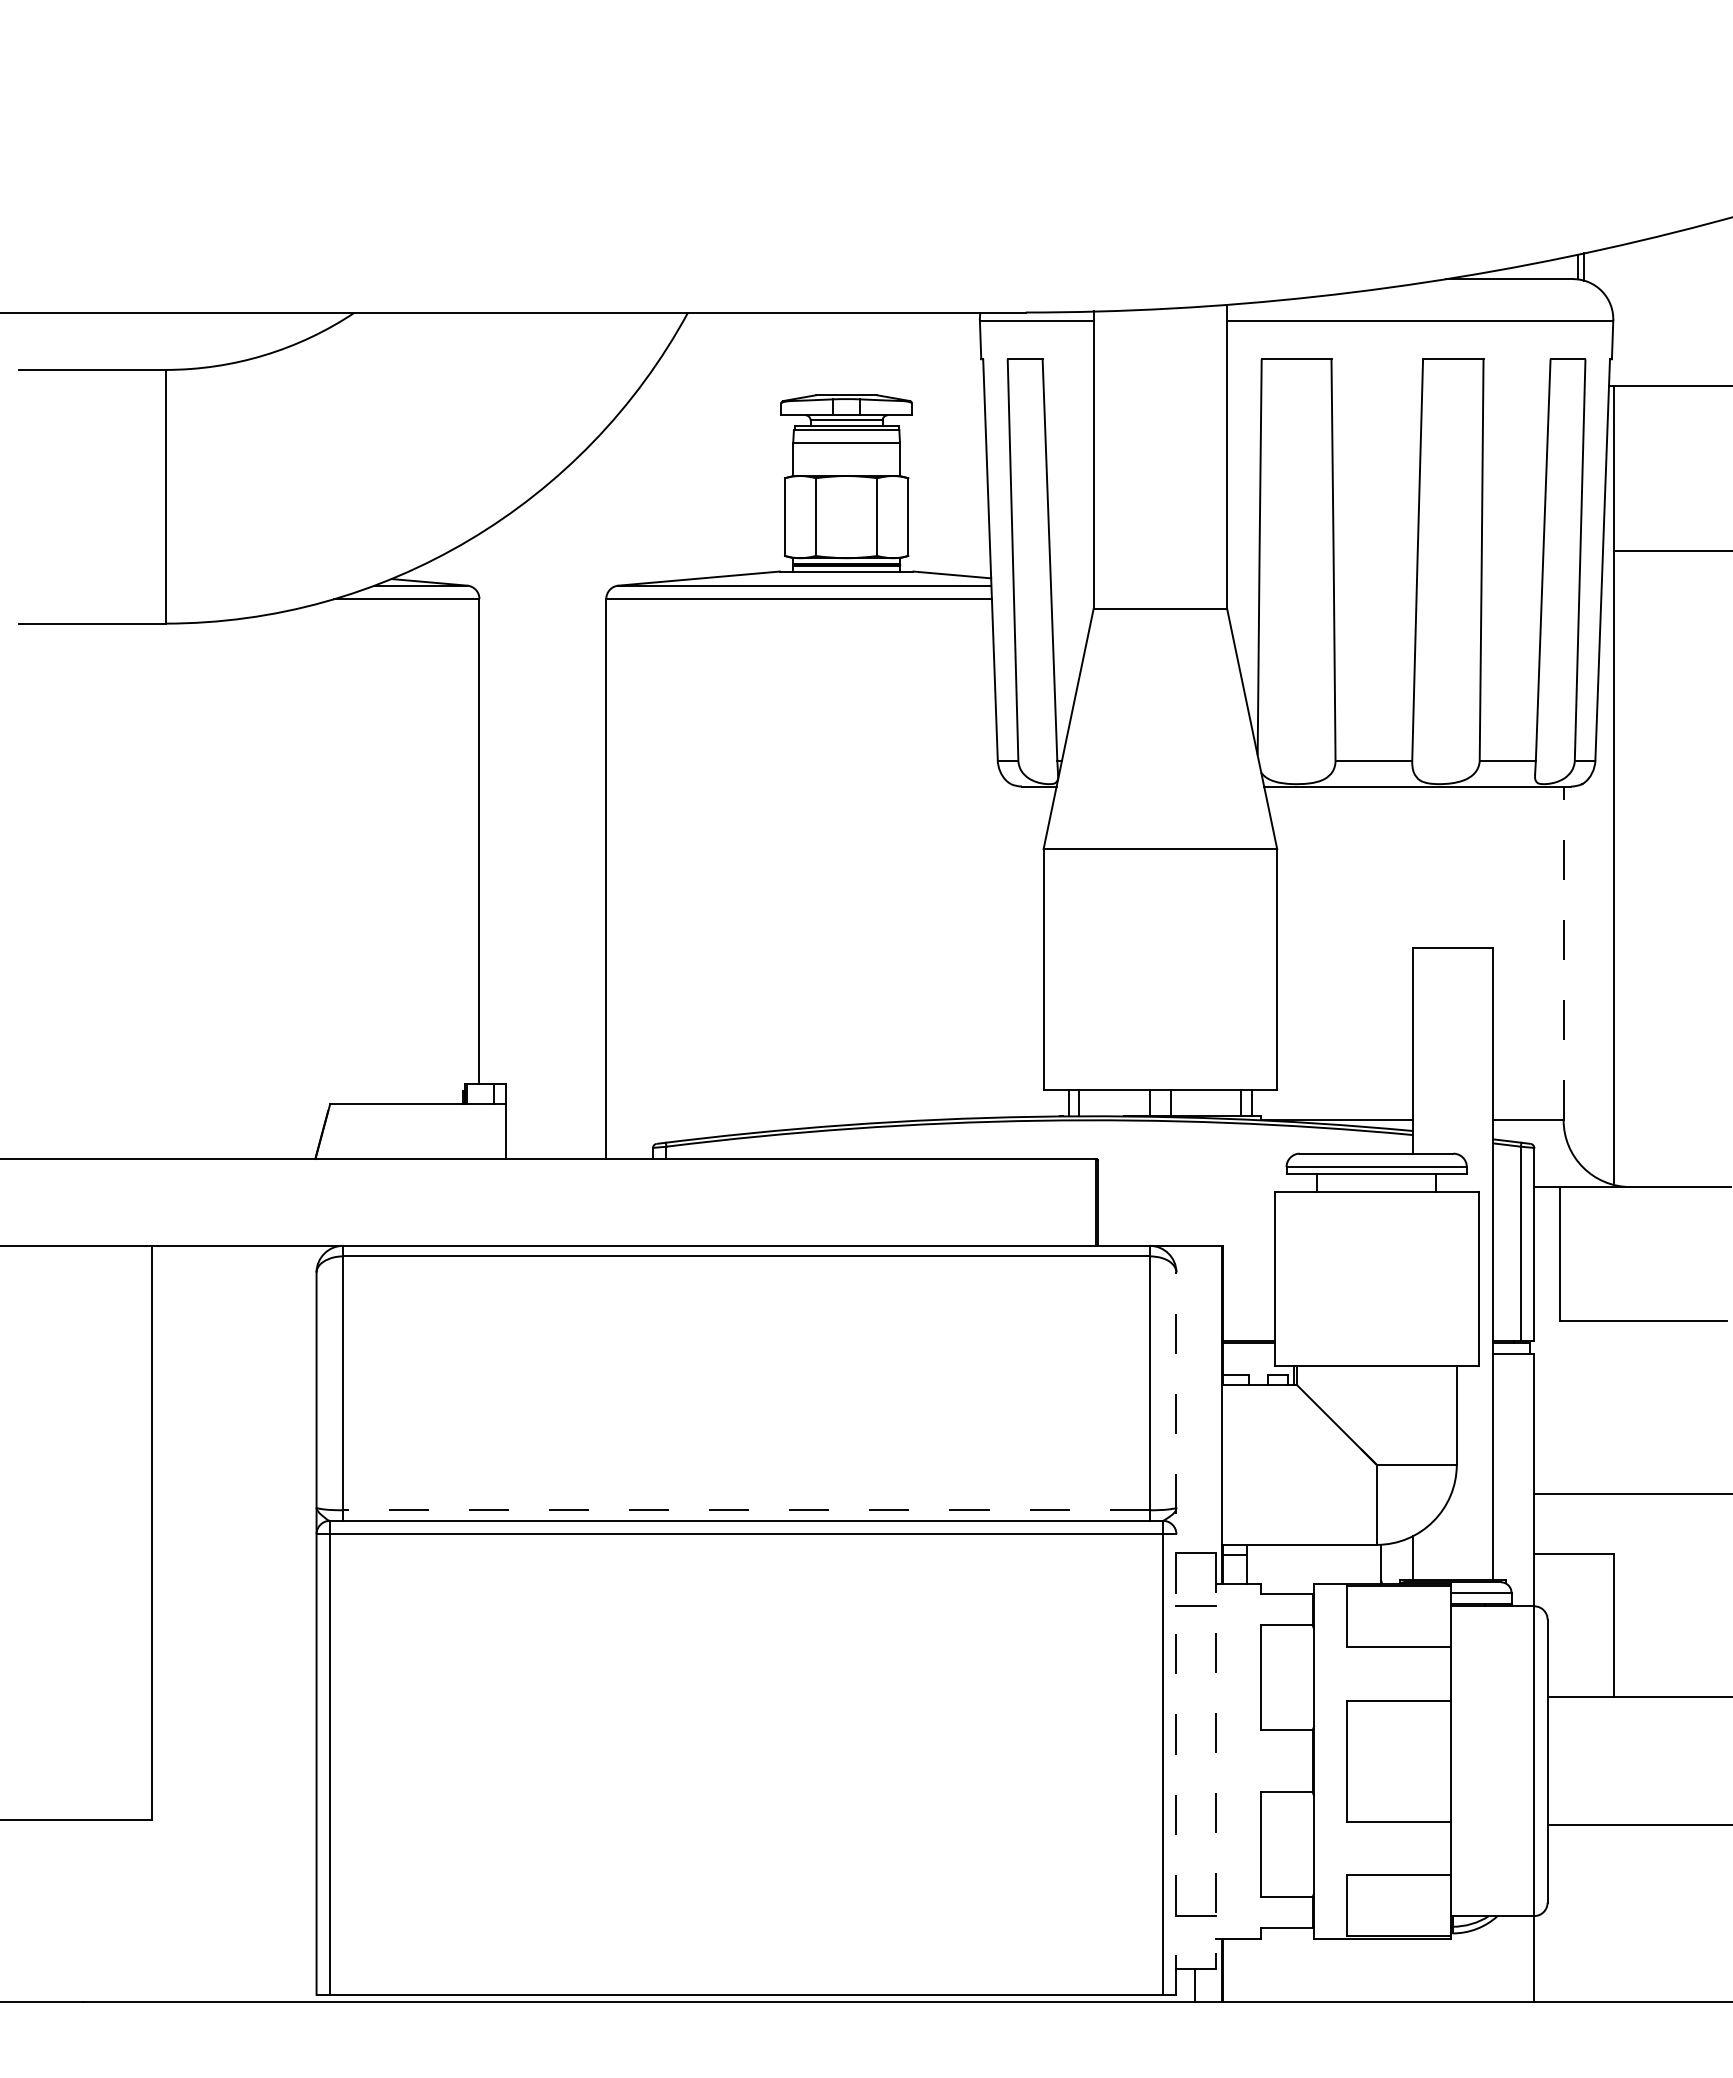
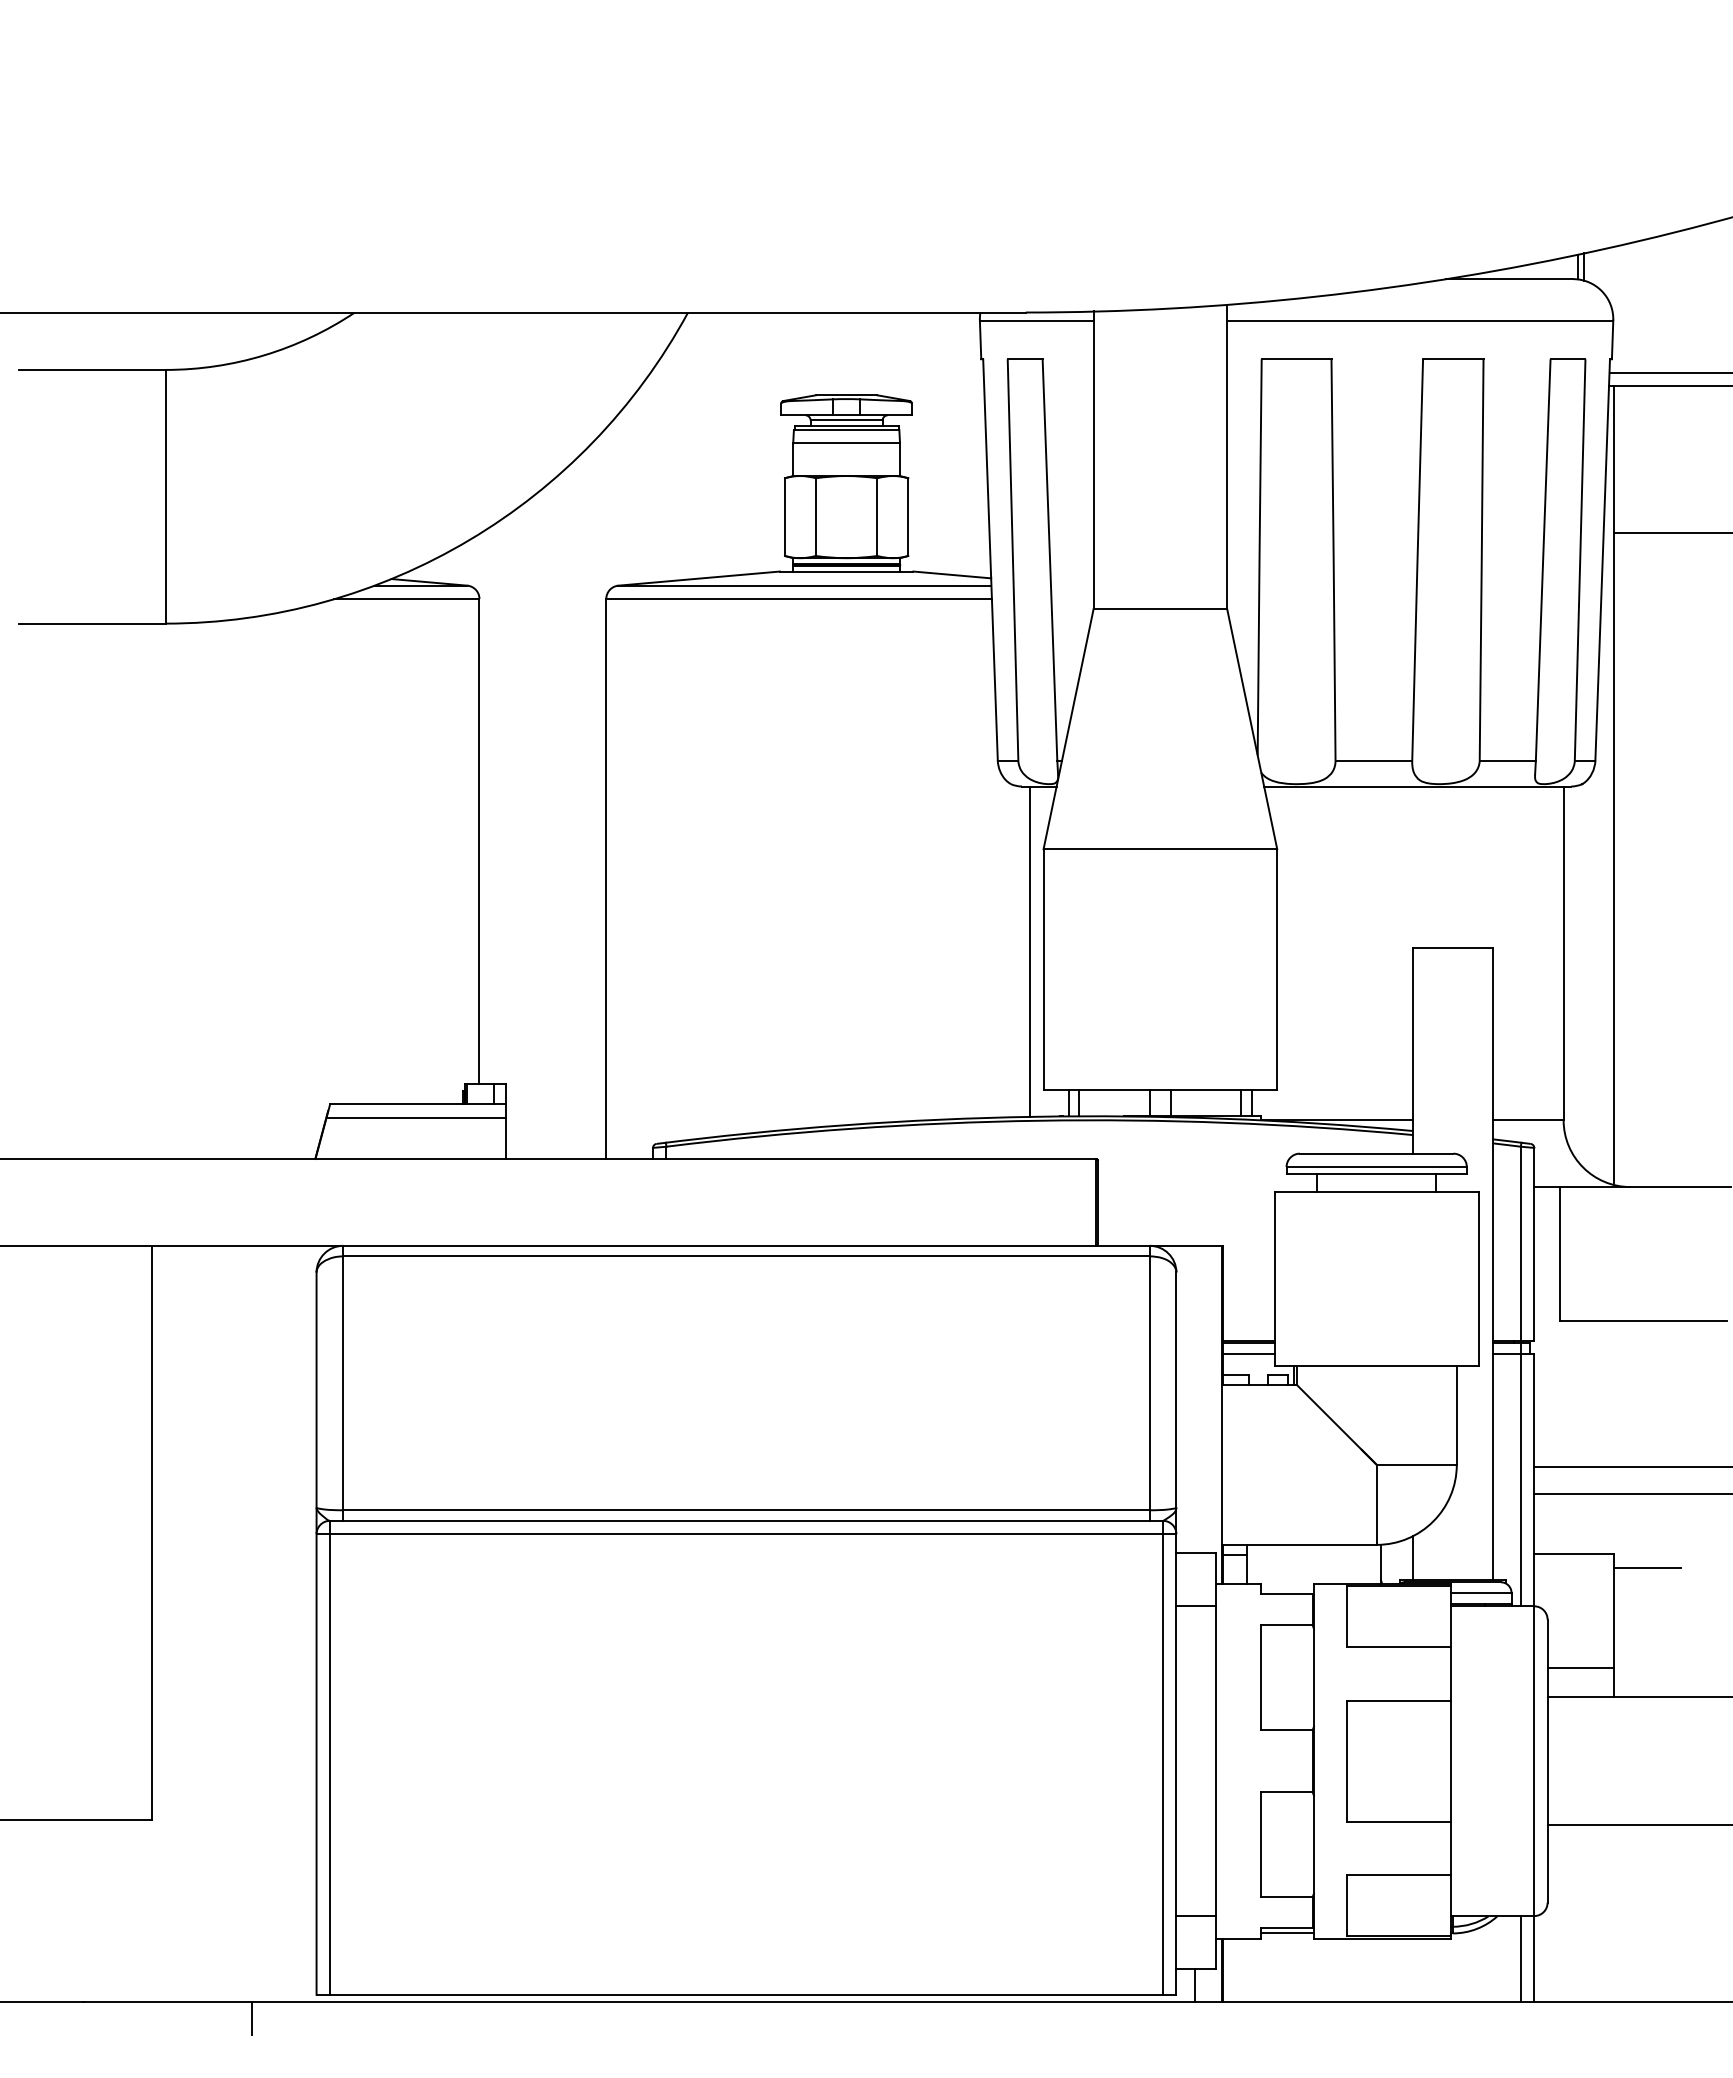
line at (1669, 372): none -> present
line at (1671, 550) position: (1671, 550) -> (1671, 532)
line at (1029, 951): none -> present
line at (1563, 953): dashed -> solid
line at (415, 1117): none -> present
line at (1248, 1353): none -> present
line at (1631, 1467): none -> present
line at (1520, 1474): none -> present
line at (746, 1510): dashed -> solid
line at (1647, 1567): none -> present
line at (1176, 1633): dashed -> solid
line at (1580, 1667): none -> present
line at (1216, 1761): dashed -> solid
line at (1286, 1933): none -> present
line at (1520, 1958): none -> present
line at (252, 2017): none -> present
